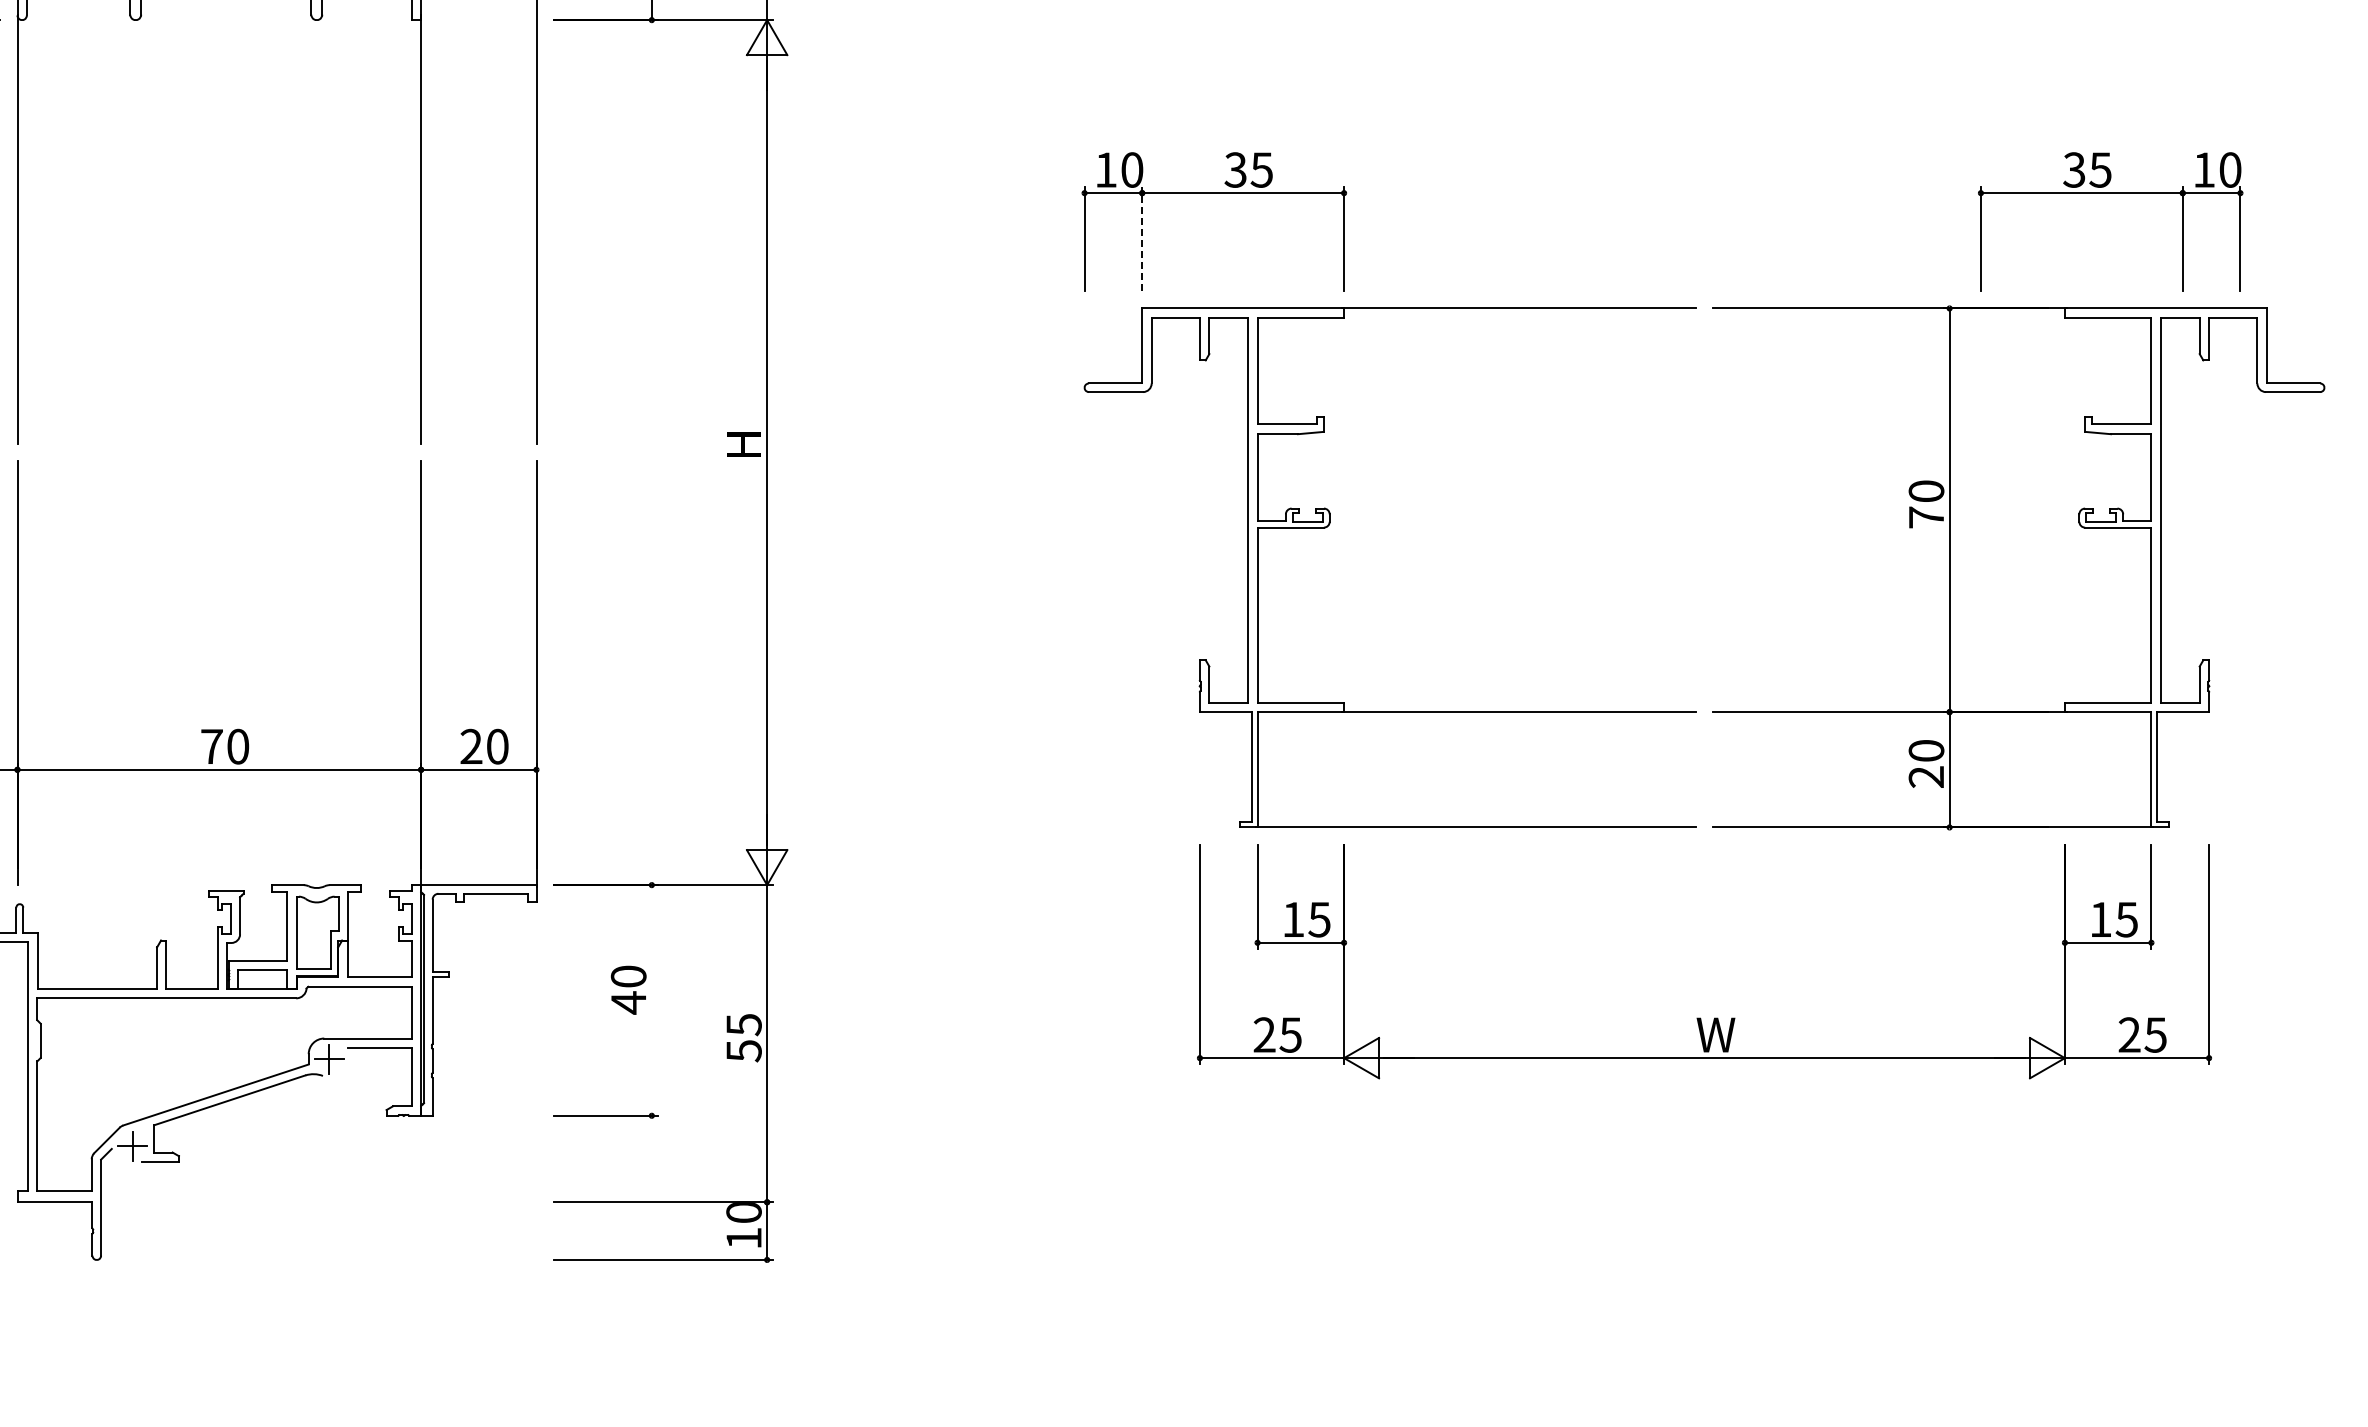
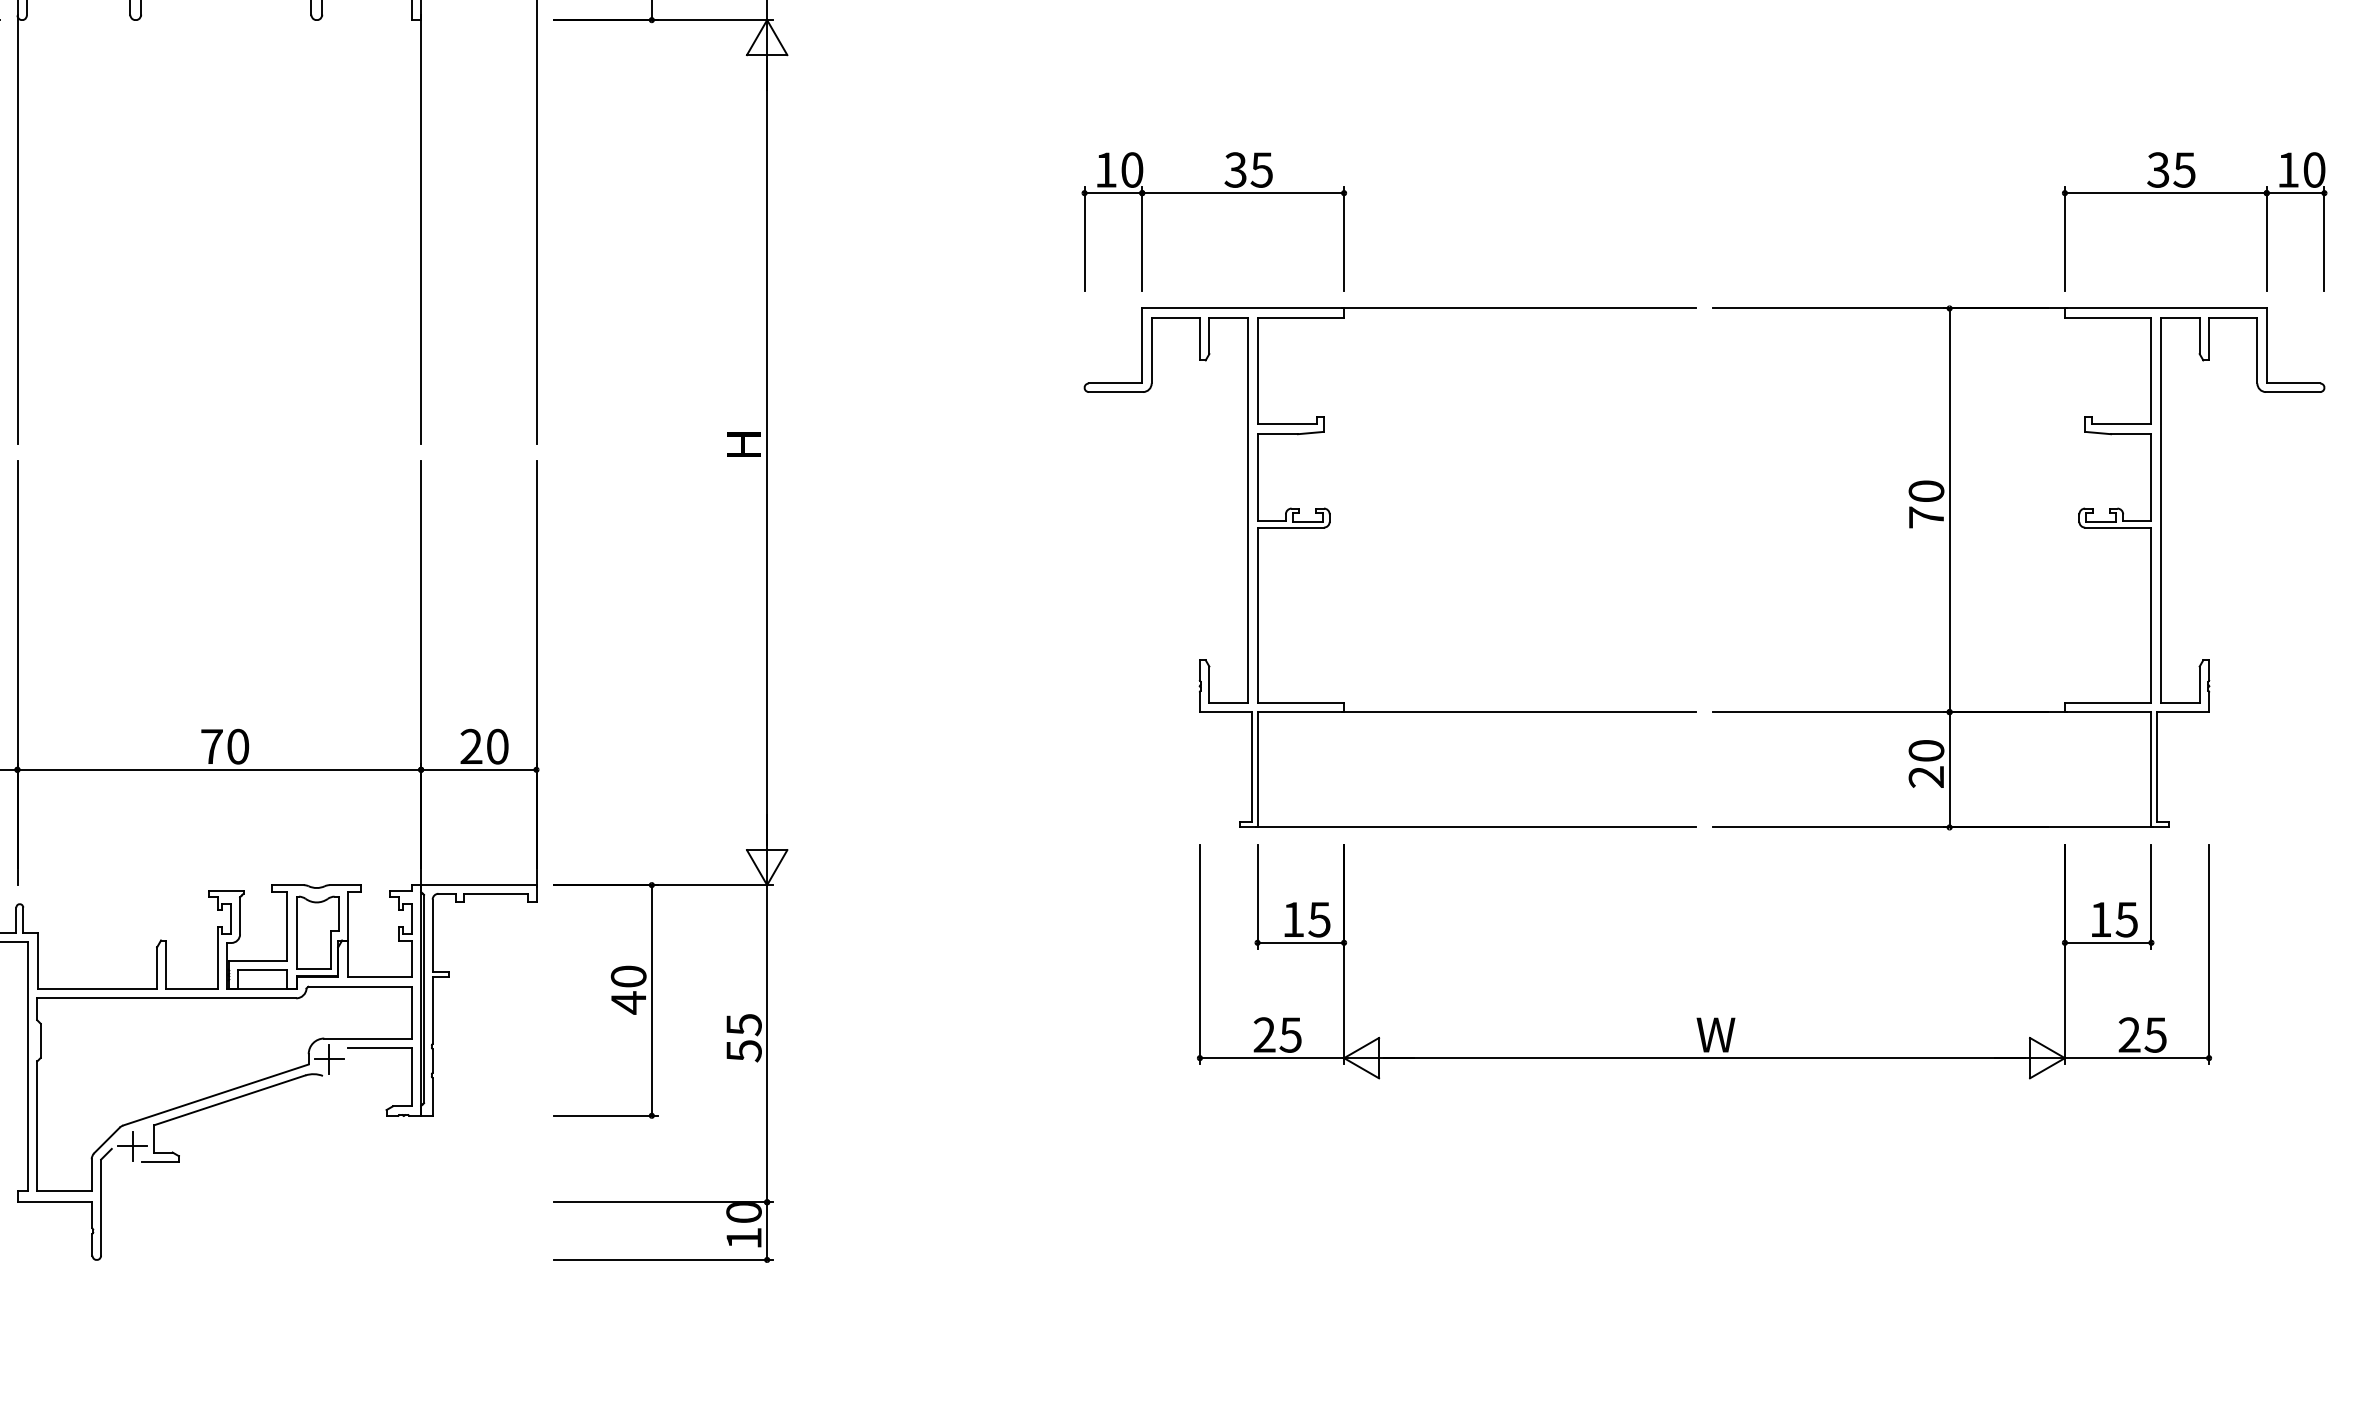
part at (2110, 193) position: (2110, 193) -> (2194, 193)
line at (1142, 239): dashed -> solid
line at (651, 1000): none -> present
